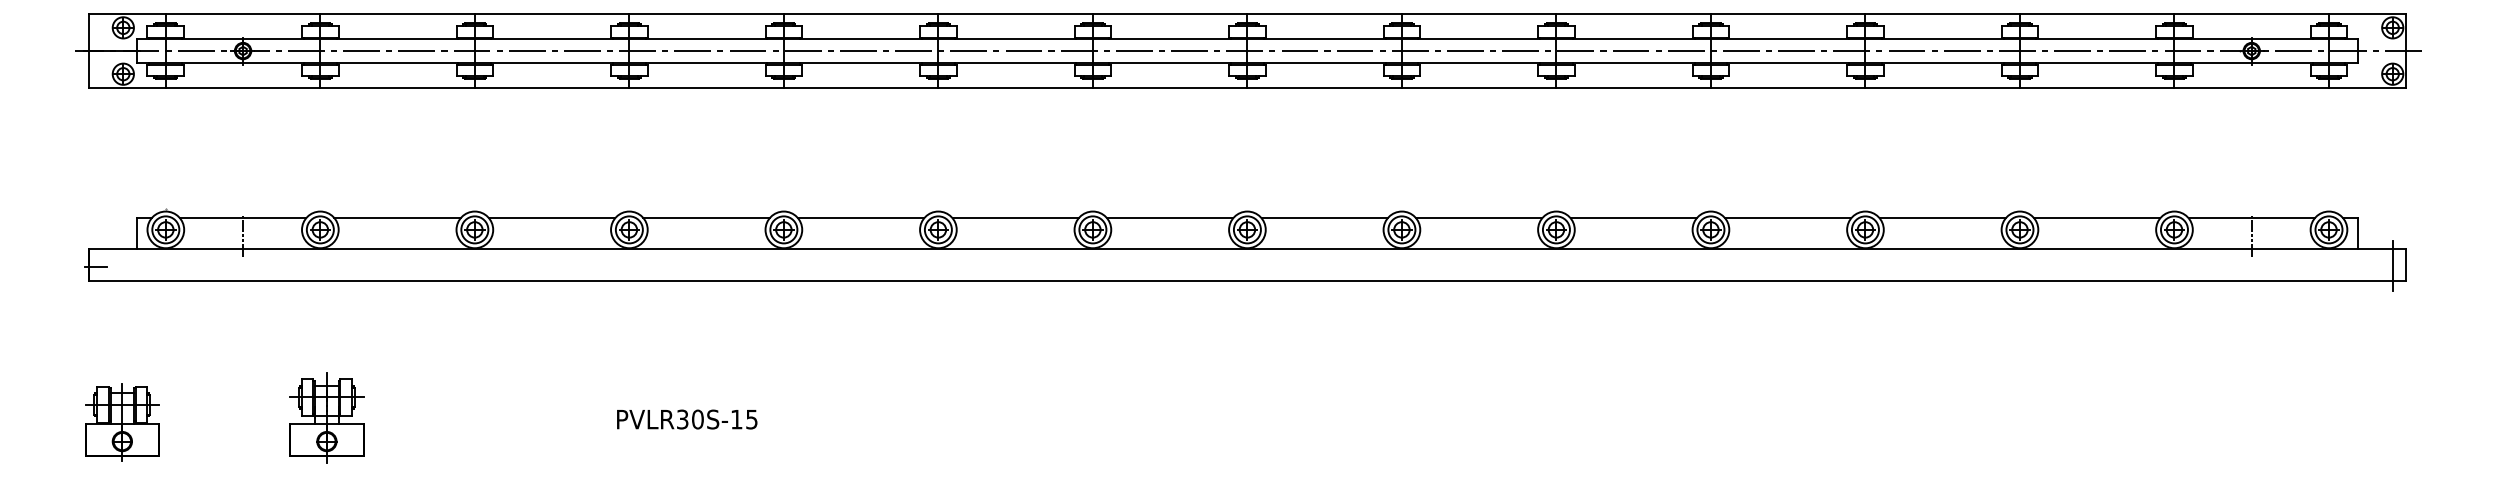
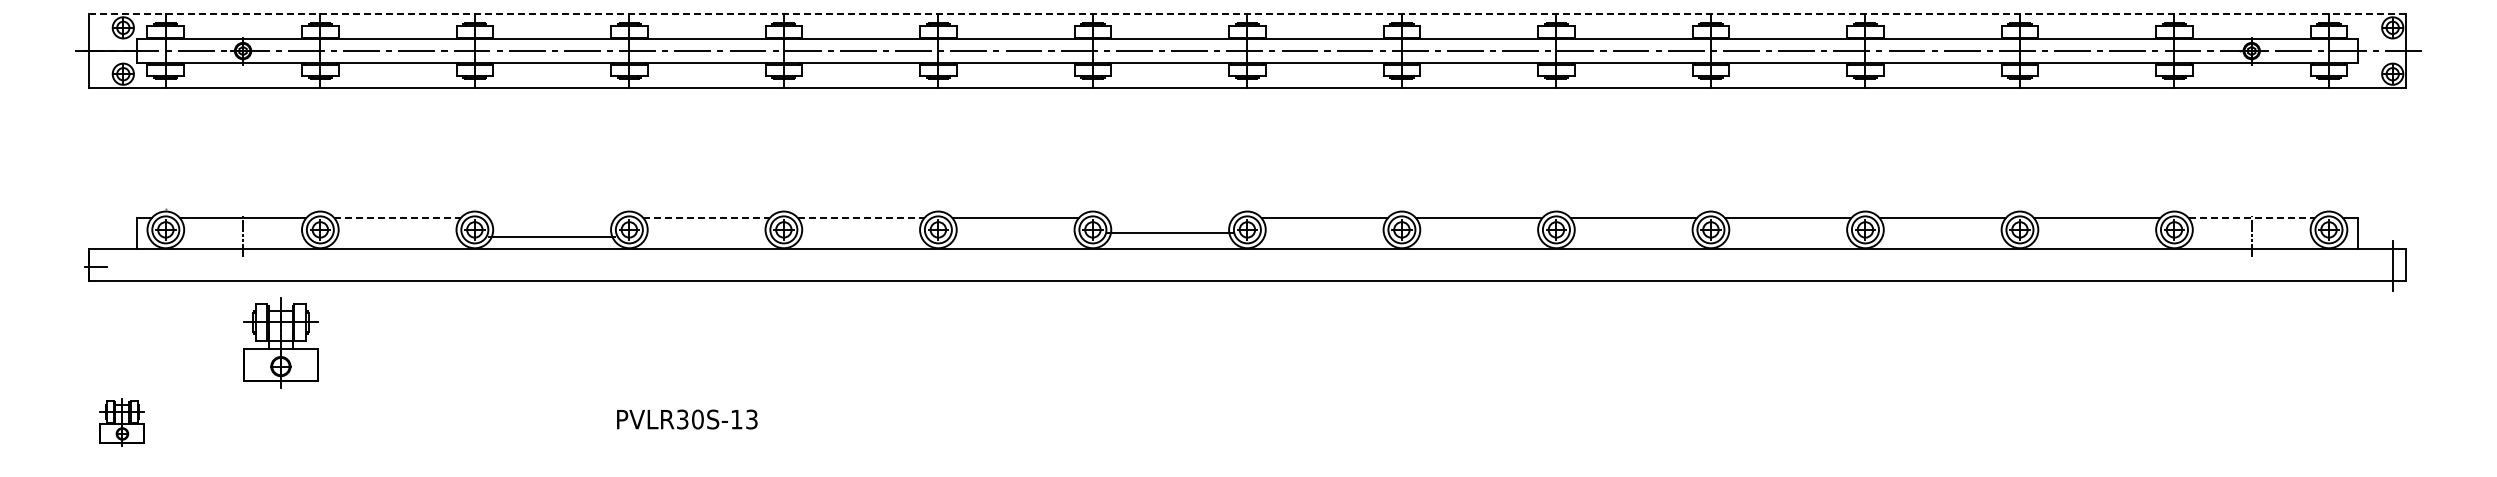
line at (1247, 14): solid -> dashed
line at (398, 218): solid -> dashed
line at (551, 218) position: (551, 218) -> (551, 237)
line at (707, 218): solid -> dashed
line at (861, 218): solid -> dashed
line at (1170, 218) position: (1170, 218) -> (1170, 233)
line at (2252, 218): solid -> dashed
part at (326, 417) position: (326, 417) -> (280, 342)
text at (751, 418): PVLR30S-15 -> PVLR30S-13
part at (122, 422) size: 75x79 px -> 46x49 px
